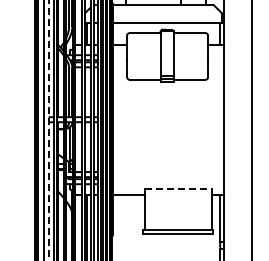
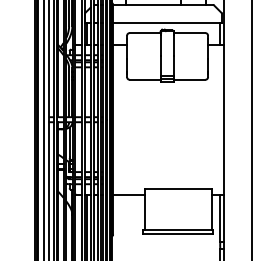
line at (48, 129): dashed -> solid
line at (178, 189): dashed -> solid
